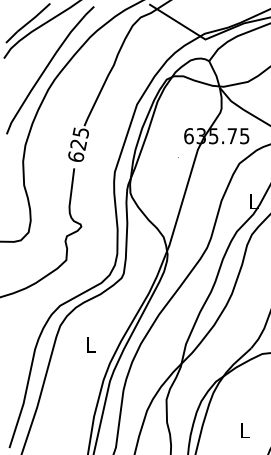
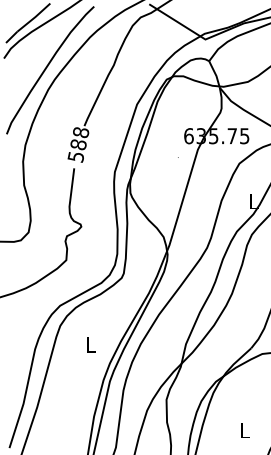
text at (78, 144): 625 -> 588
